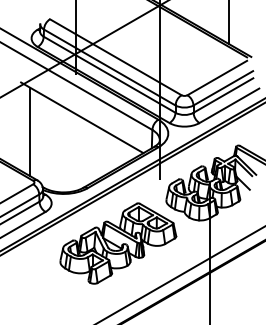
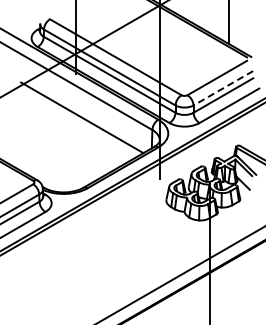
line at (222, 88): solid -> dashed
line at (30, 131): present -> none
part at (118, 243): present -> none
